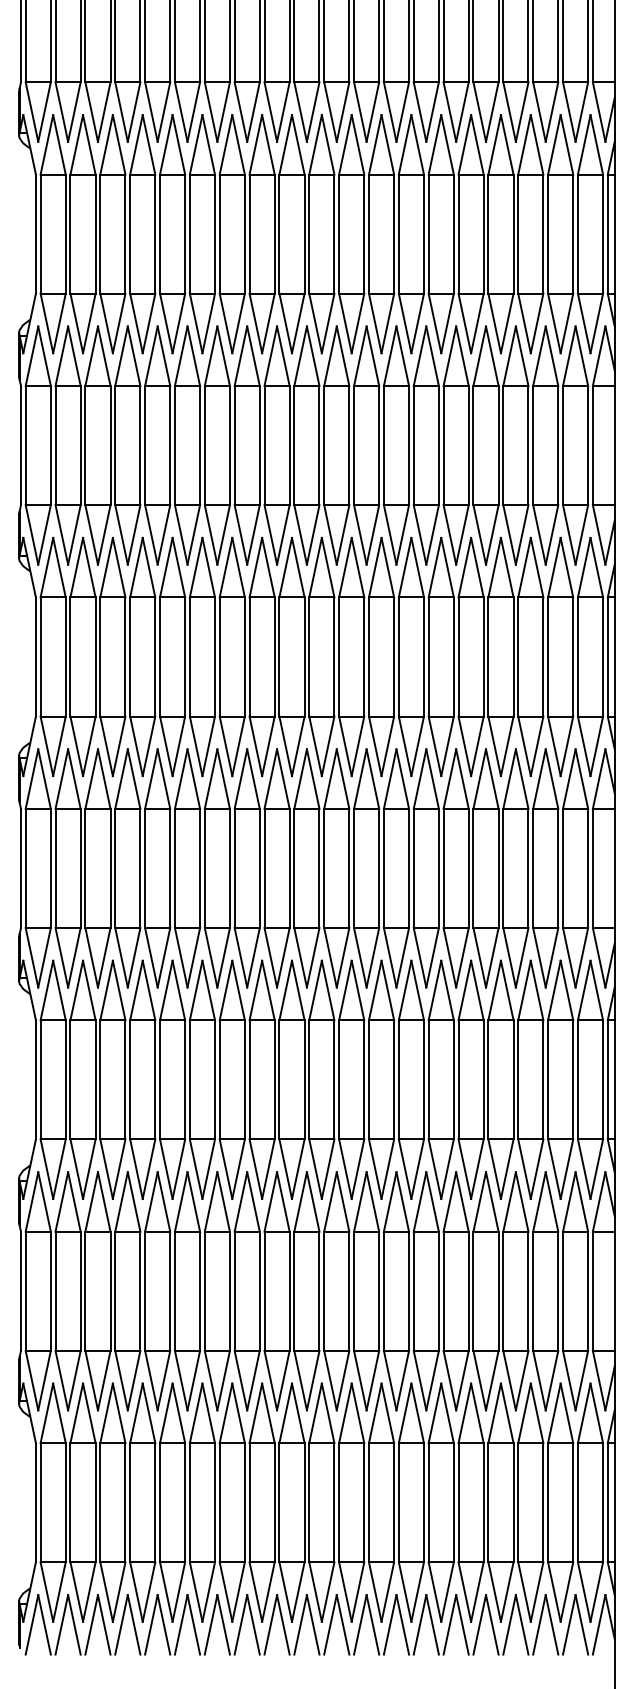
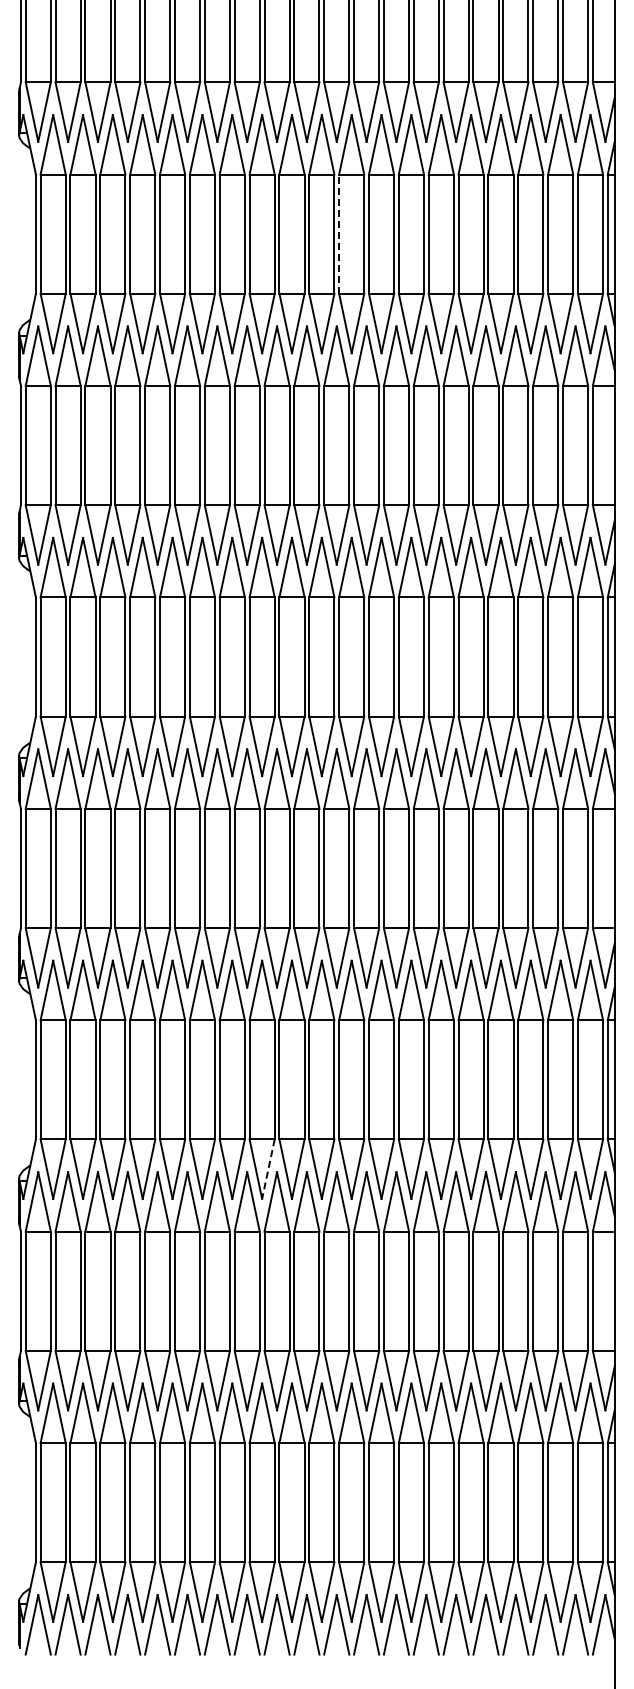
line at (339, 234): solid -> dashed
line at (268, 1169): solid -> dashed
